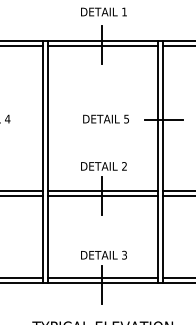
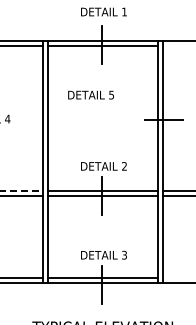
line at (177, 46): present -> none
text at (105, 118) position: (105, 118) -> (90, 94)
line at (21, 191): solid -> dashed
line at (177, 277): present -> none
